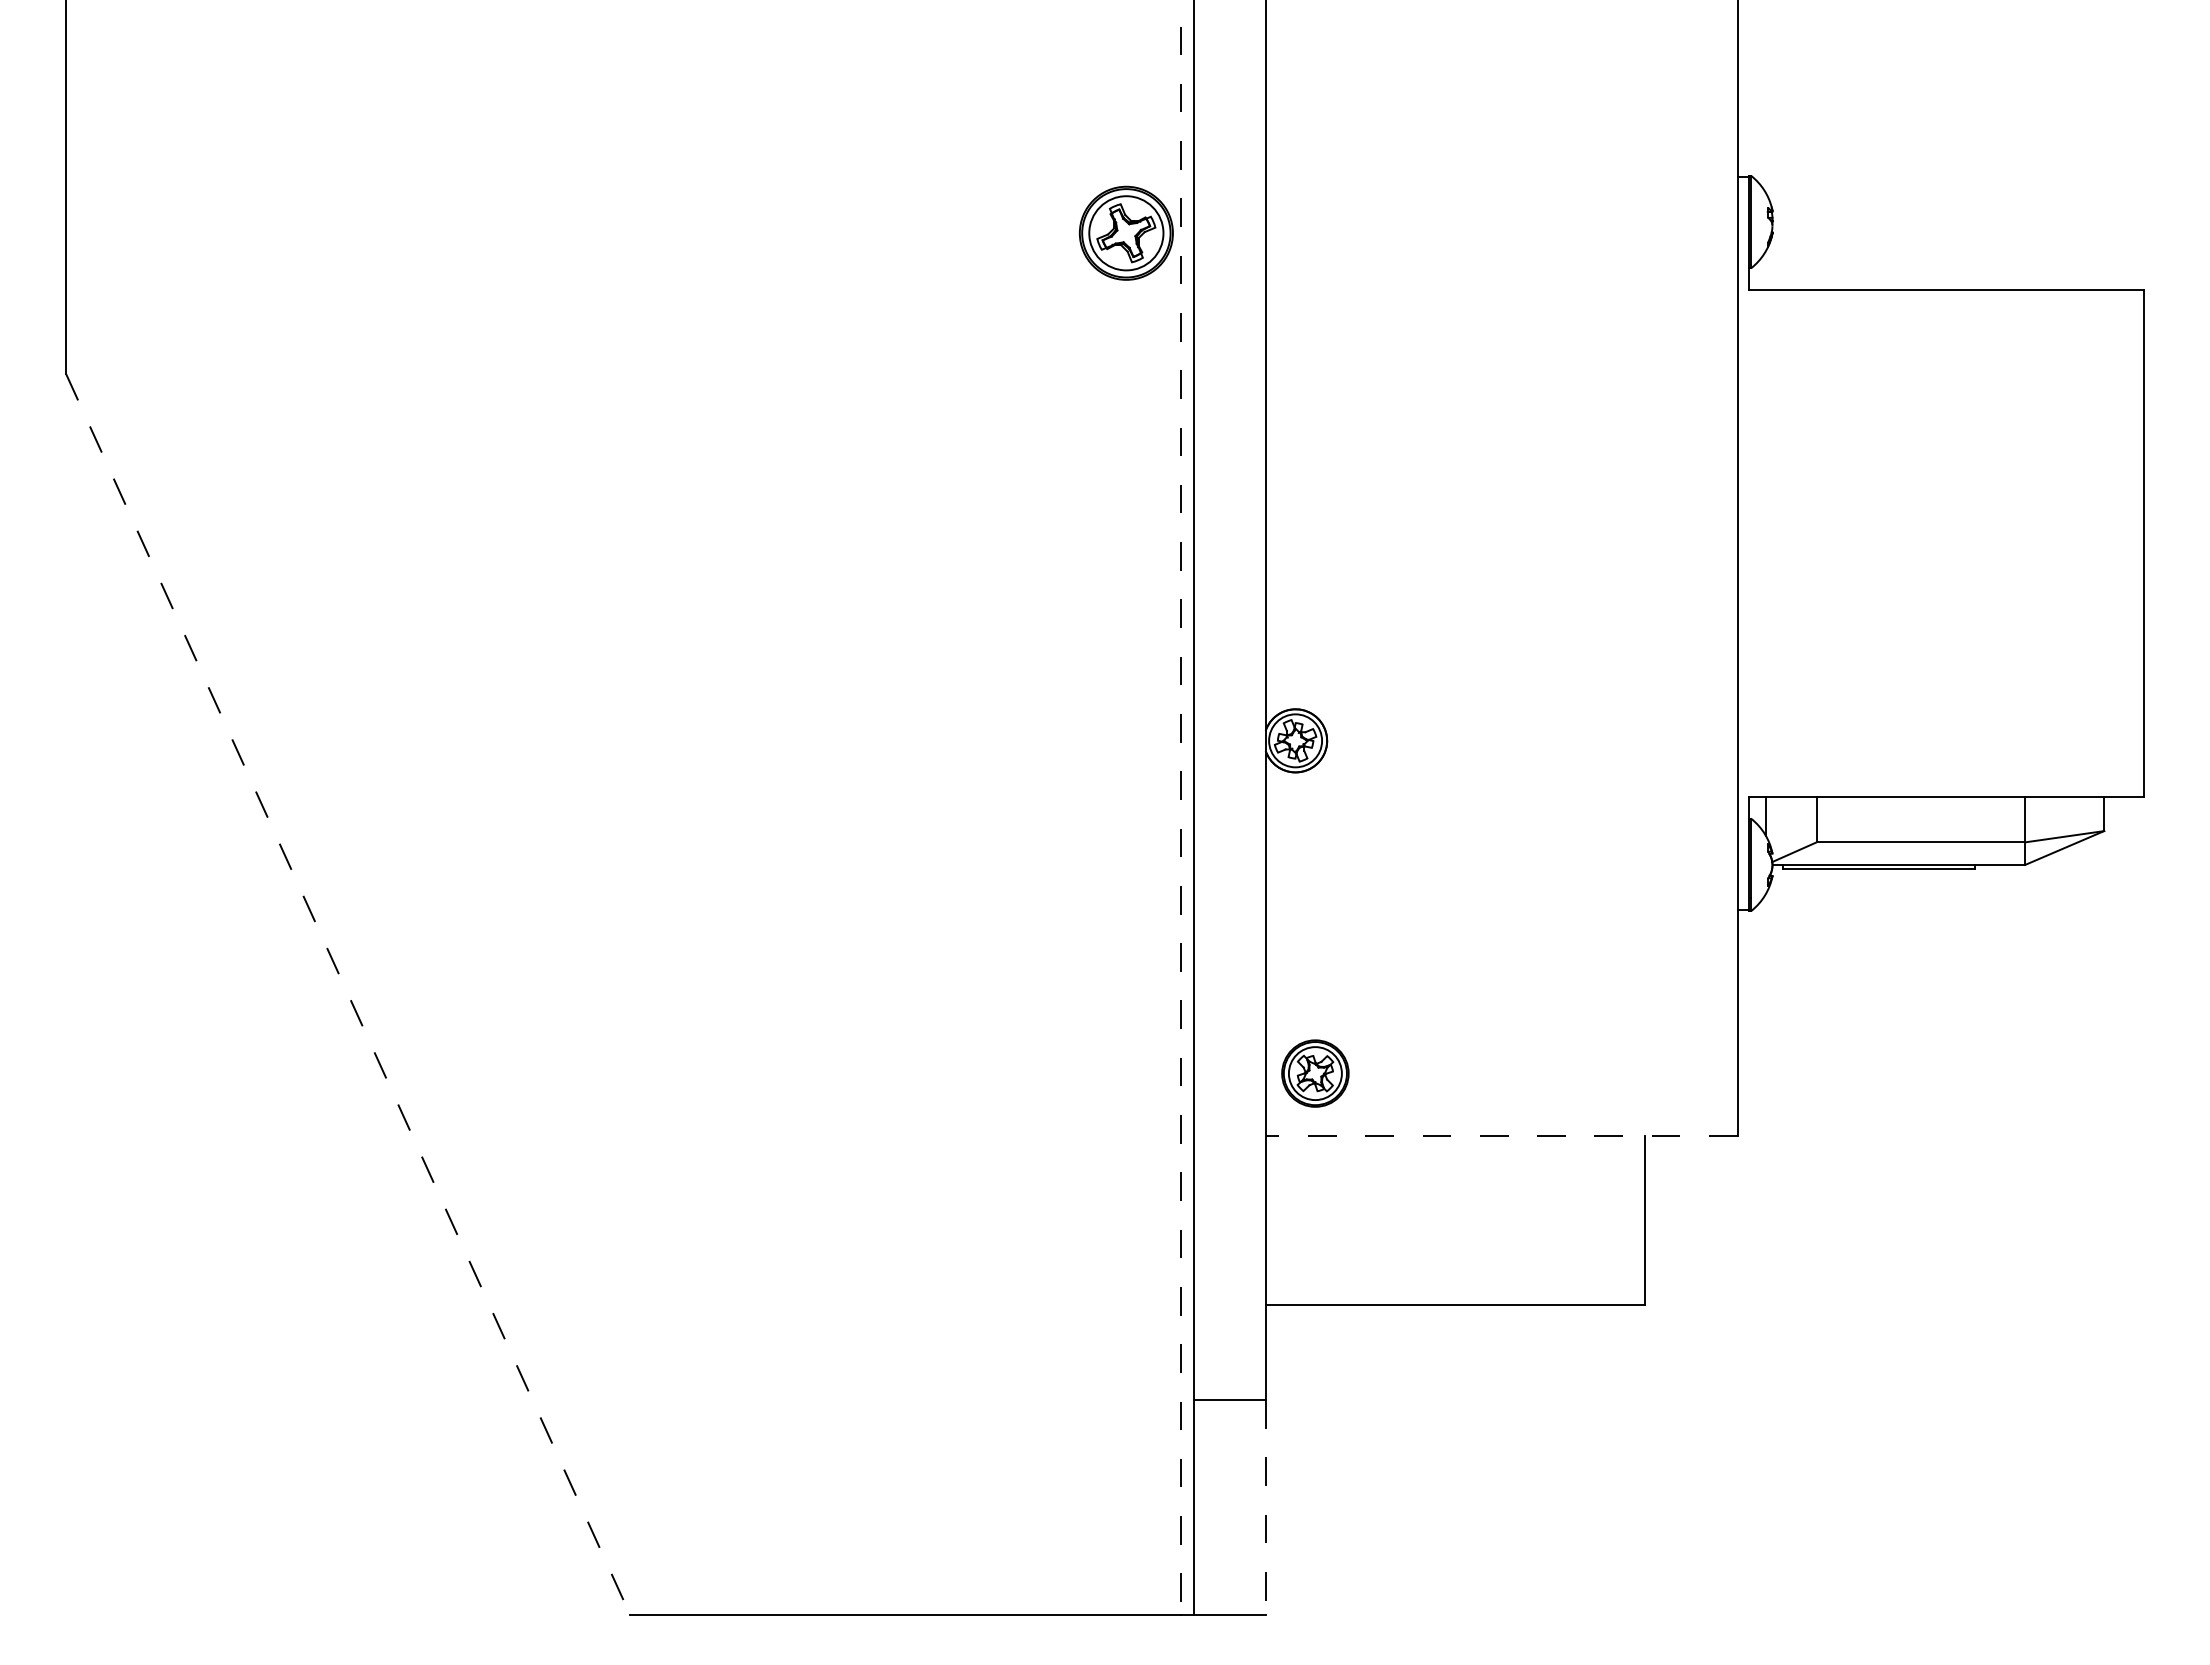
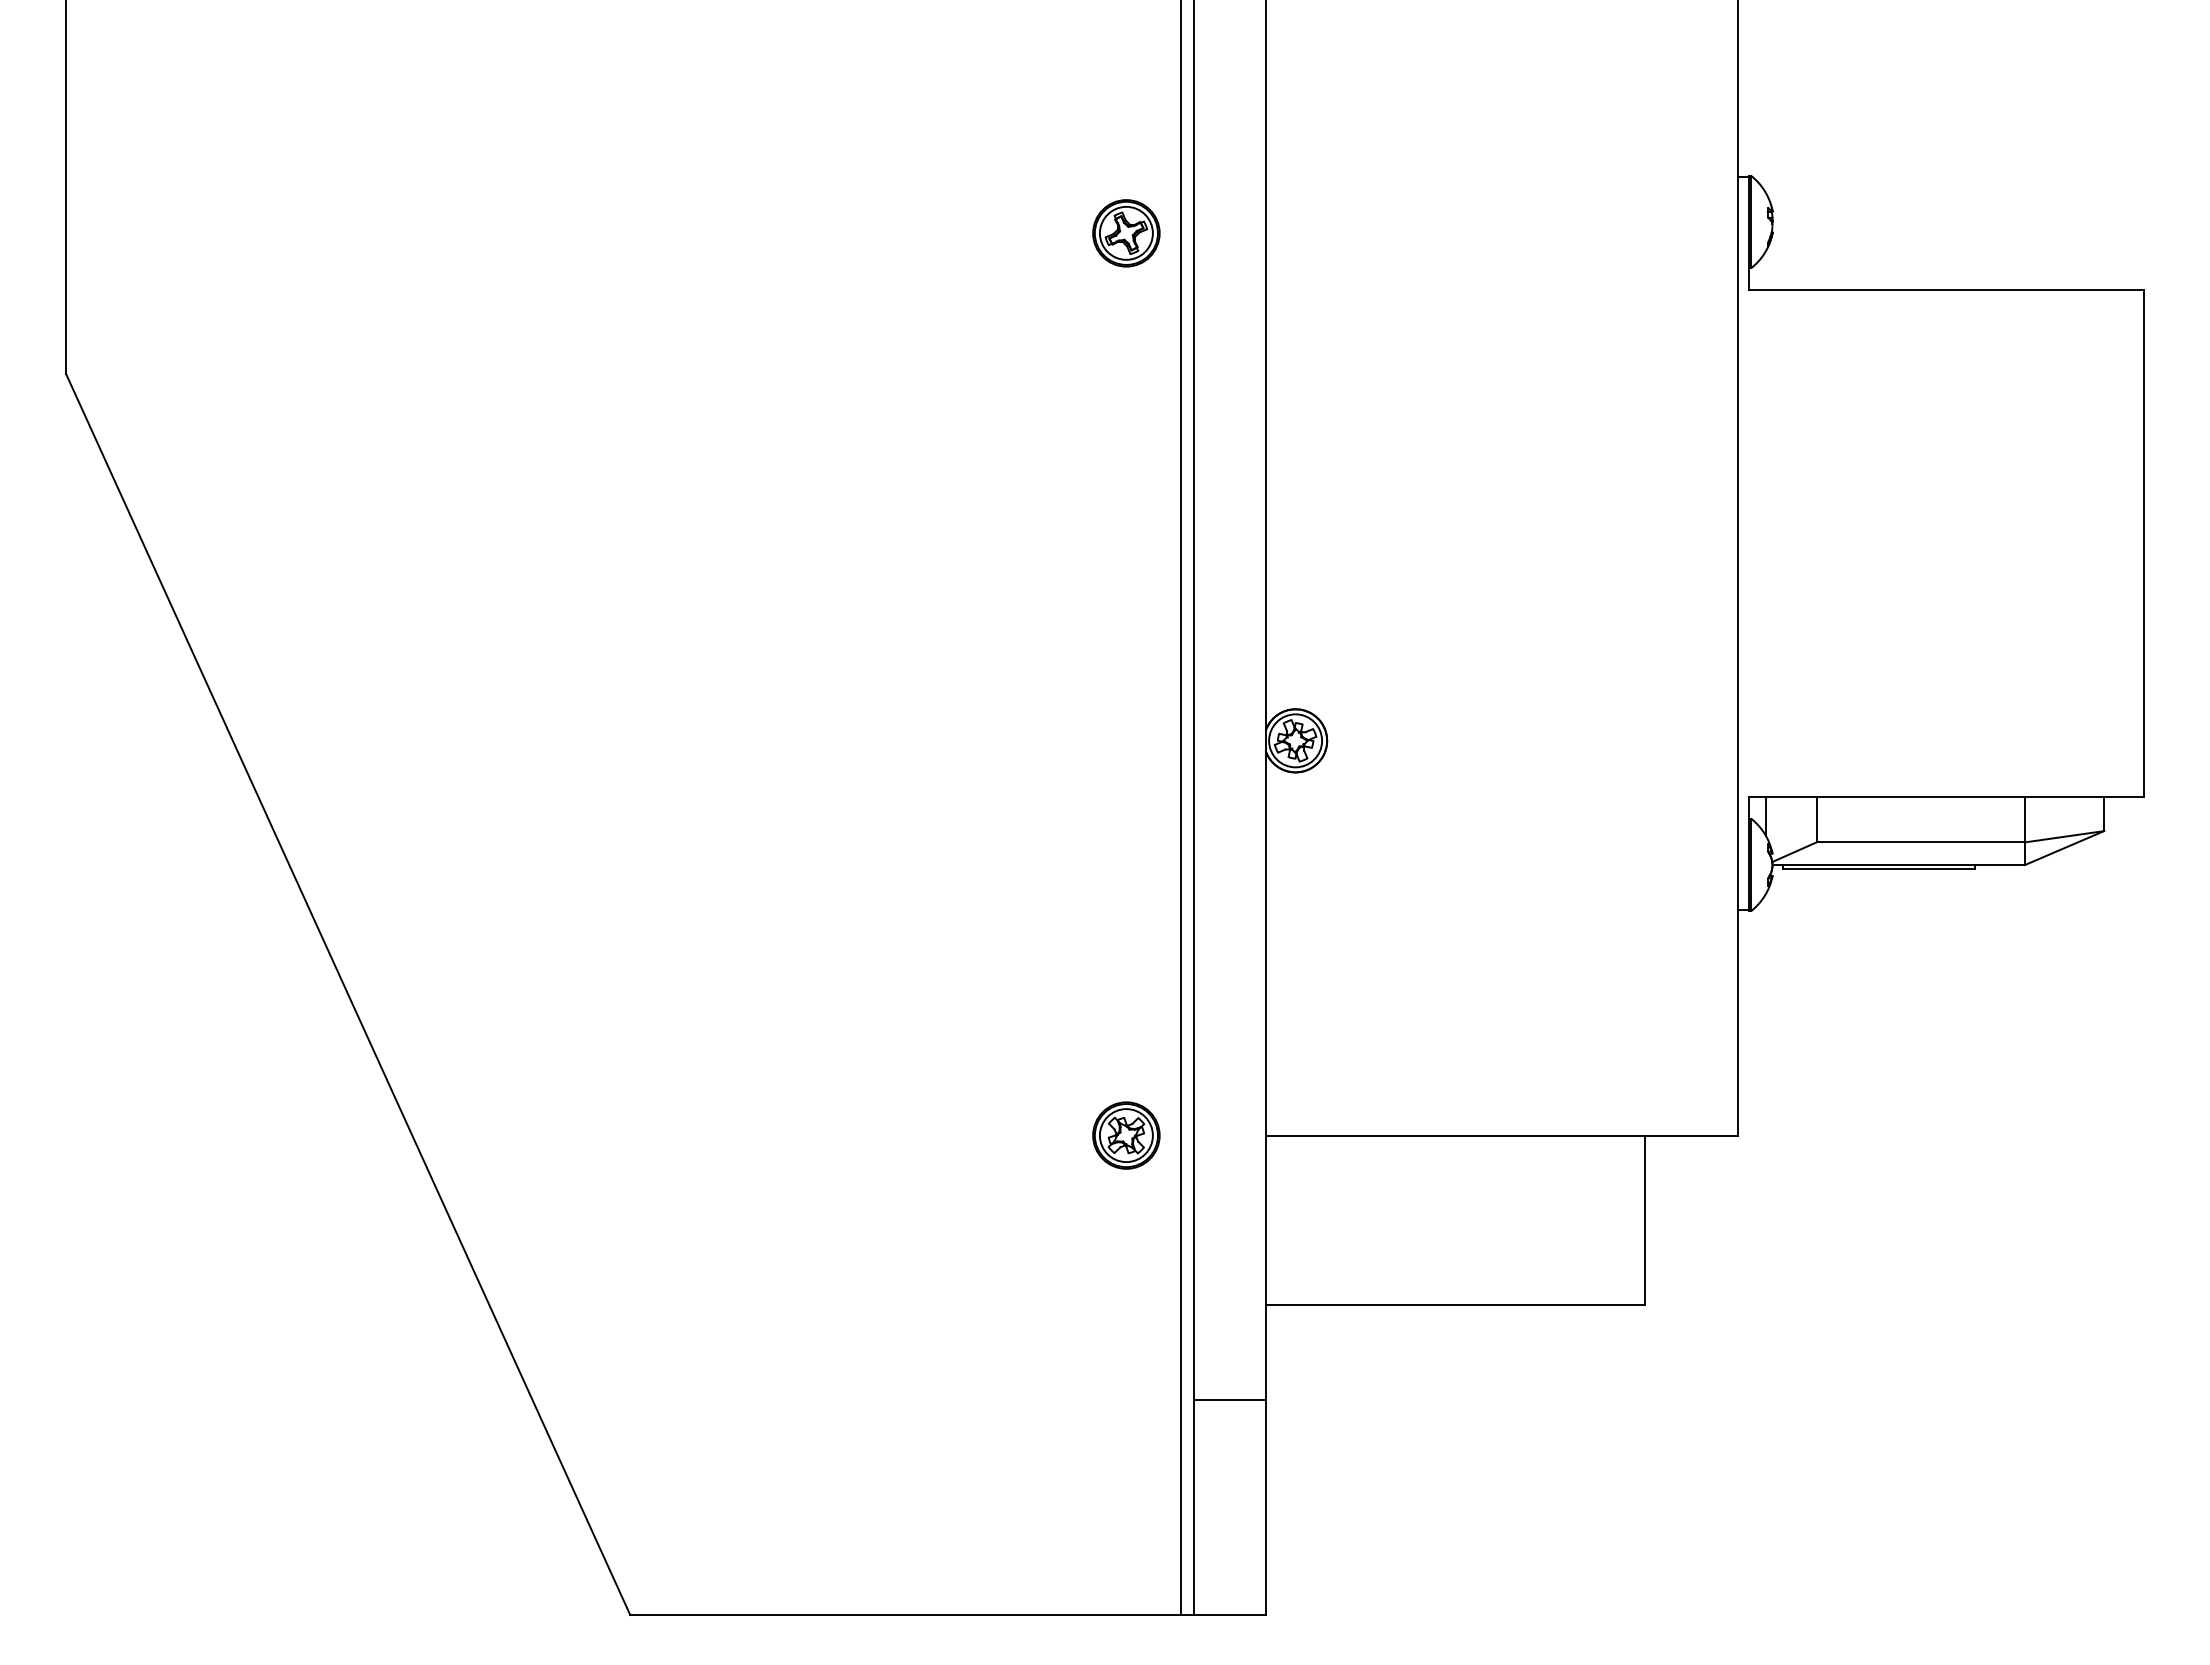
part at (1125, 232) size: 96x96 px -> 69x69 px
line at (1180, 807): dashed -> solid
line at (348, 995): dashed -> solid
part at (1315, 1073) position: (1315, 1073) -> (1126, 1135)
line at (1501, 1135): dashed -> solid
line at (1265, 1507): dashed -> solid
